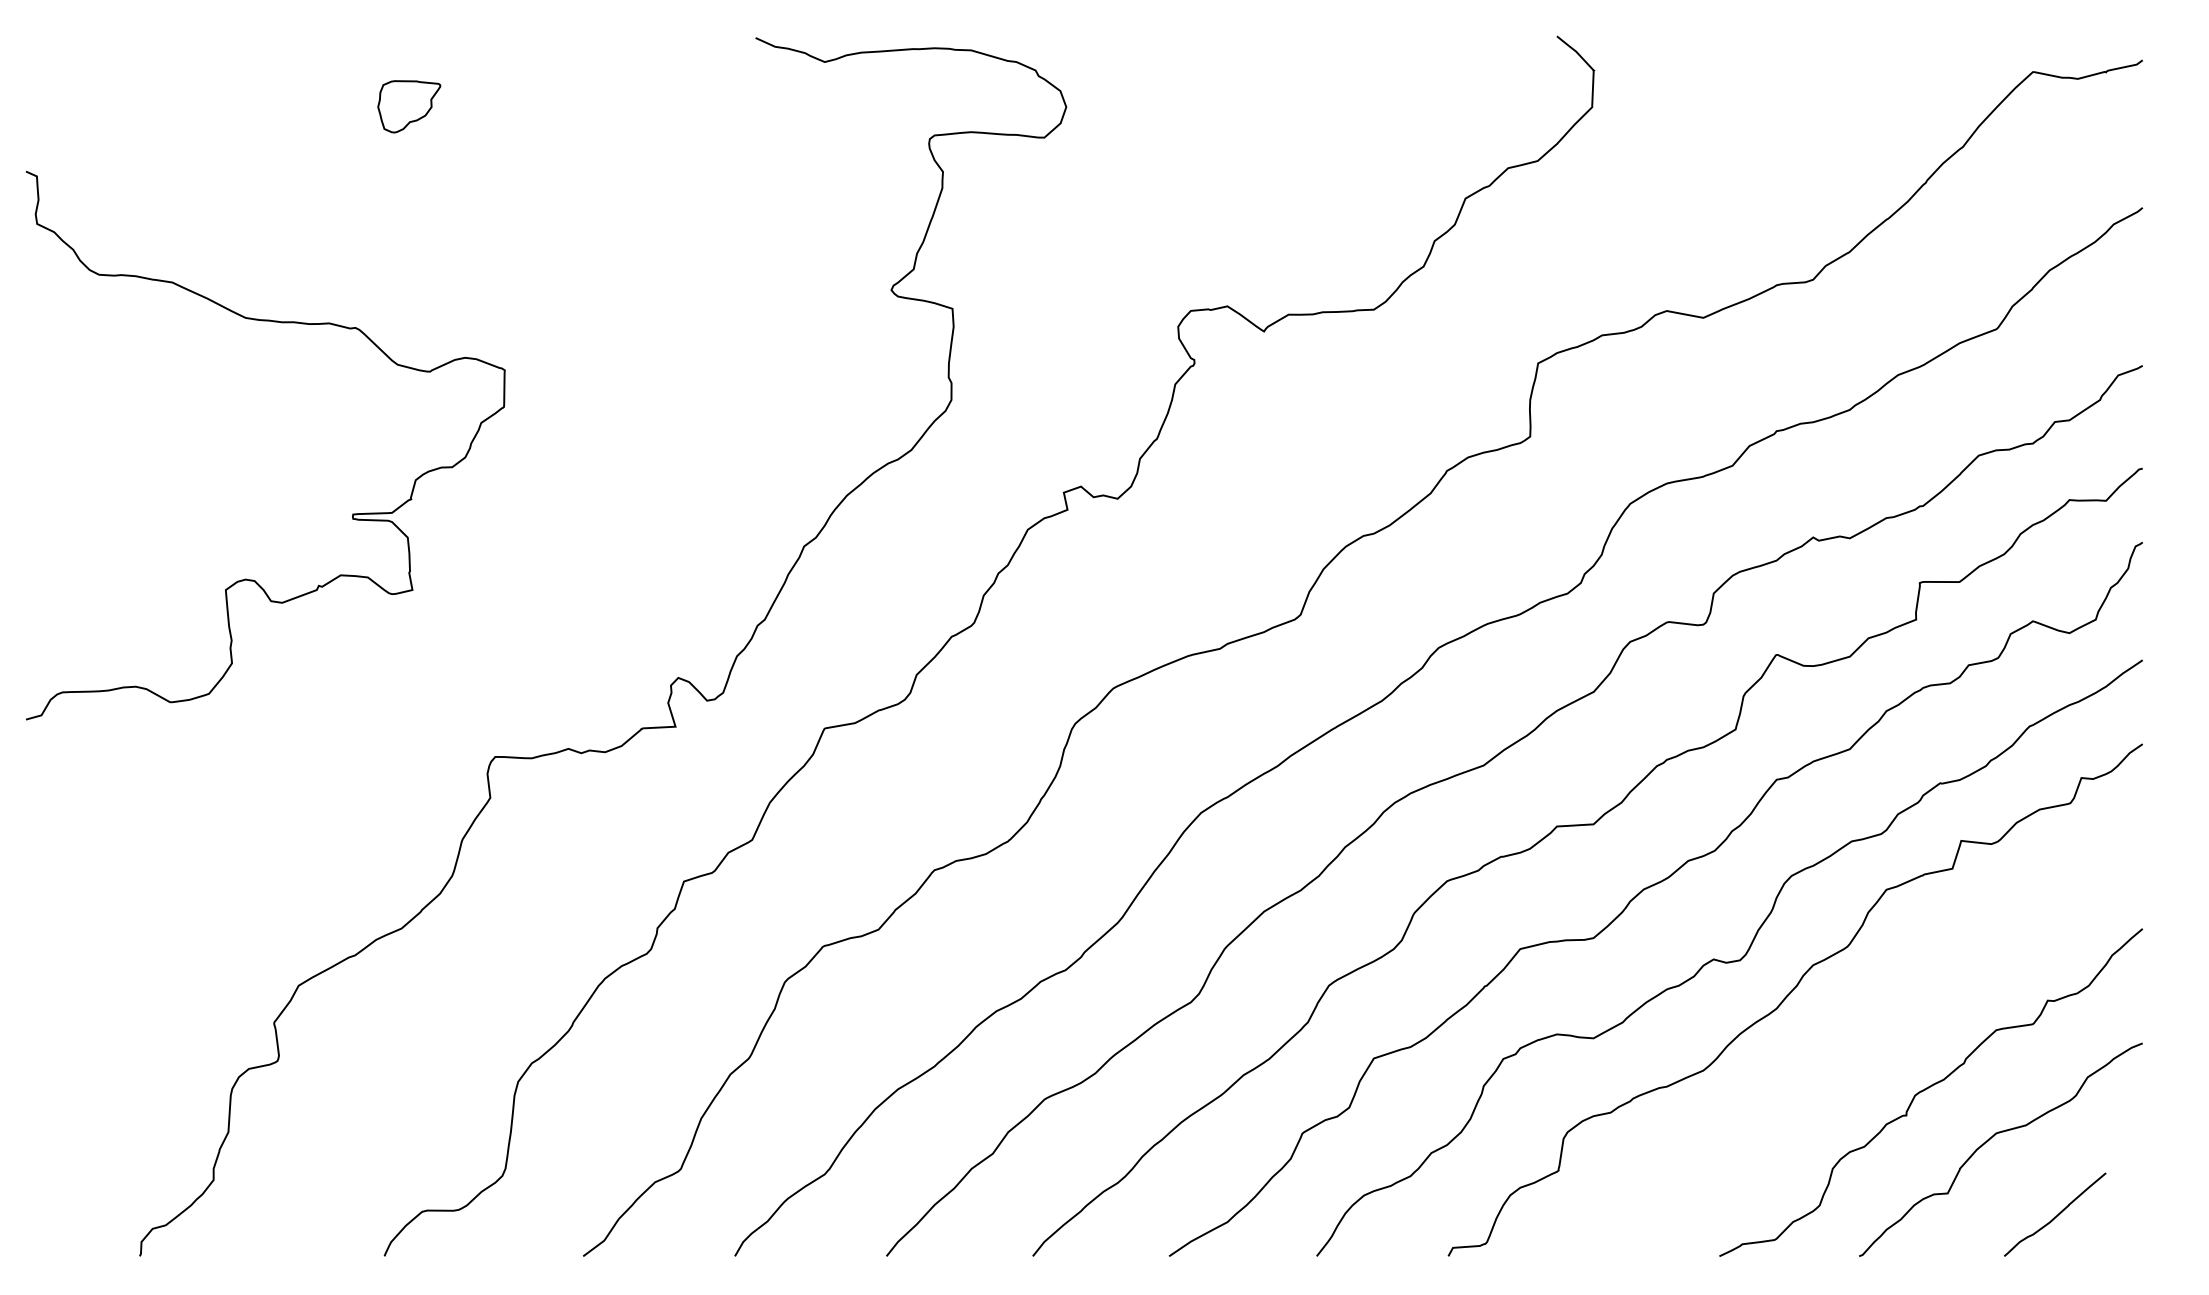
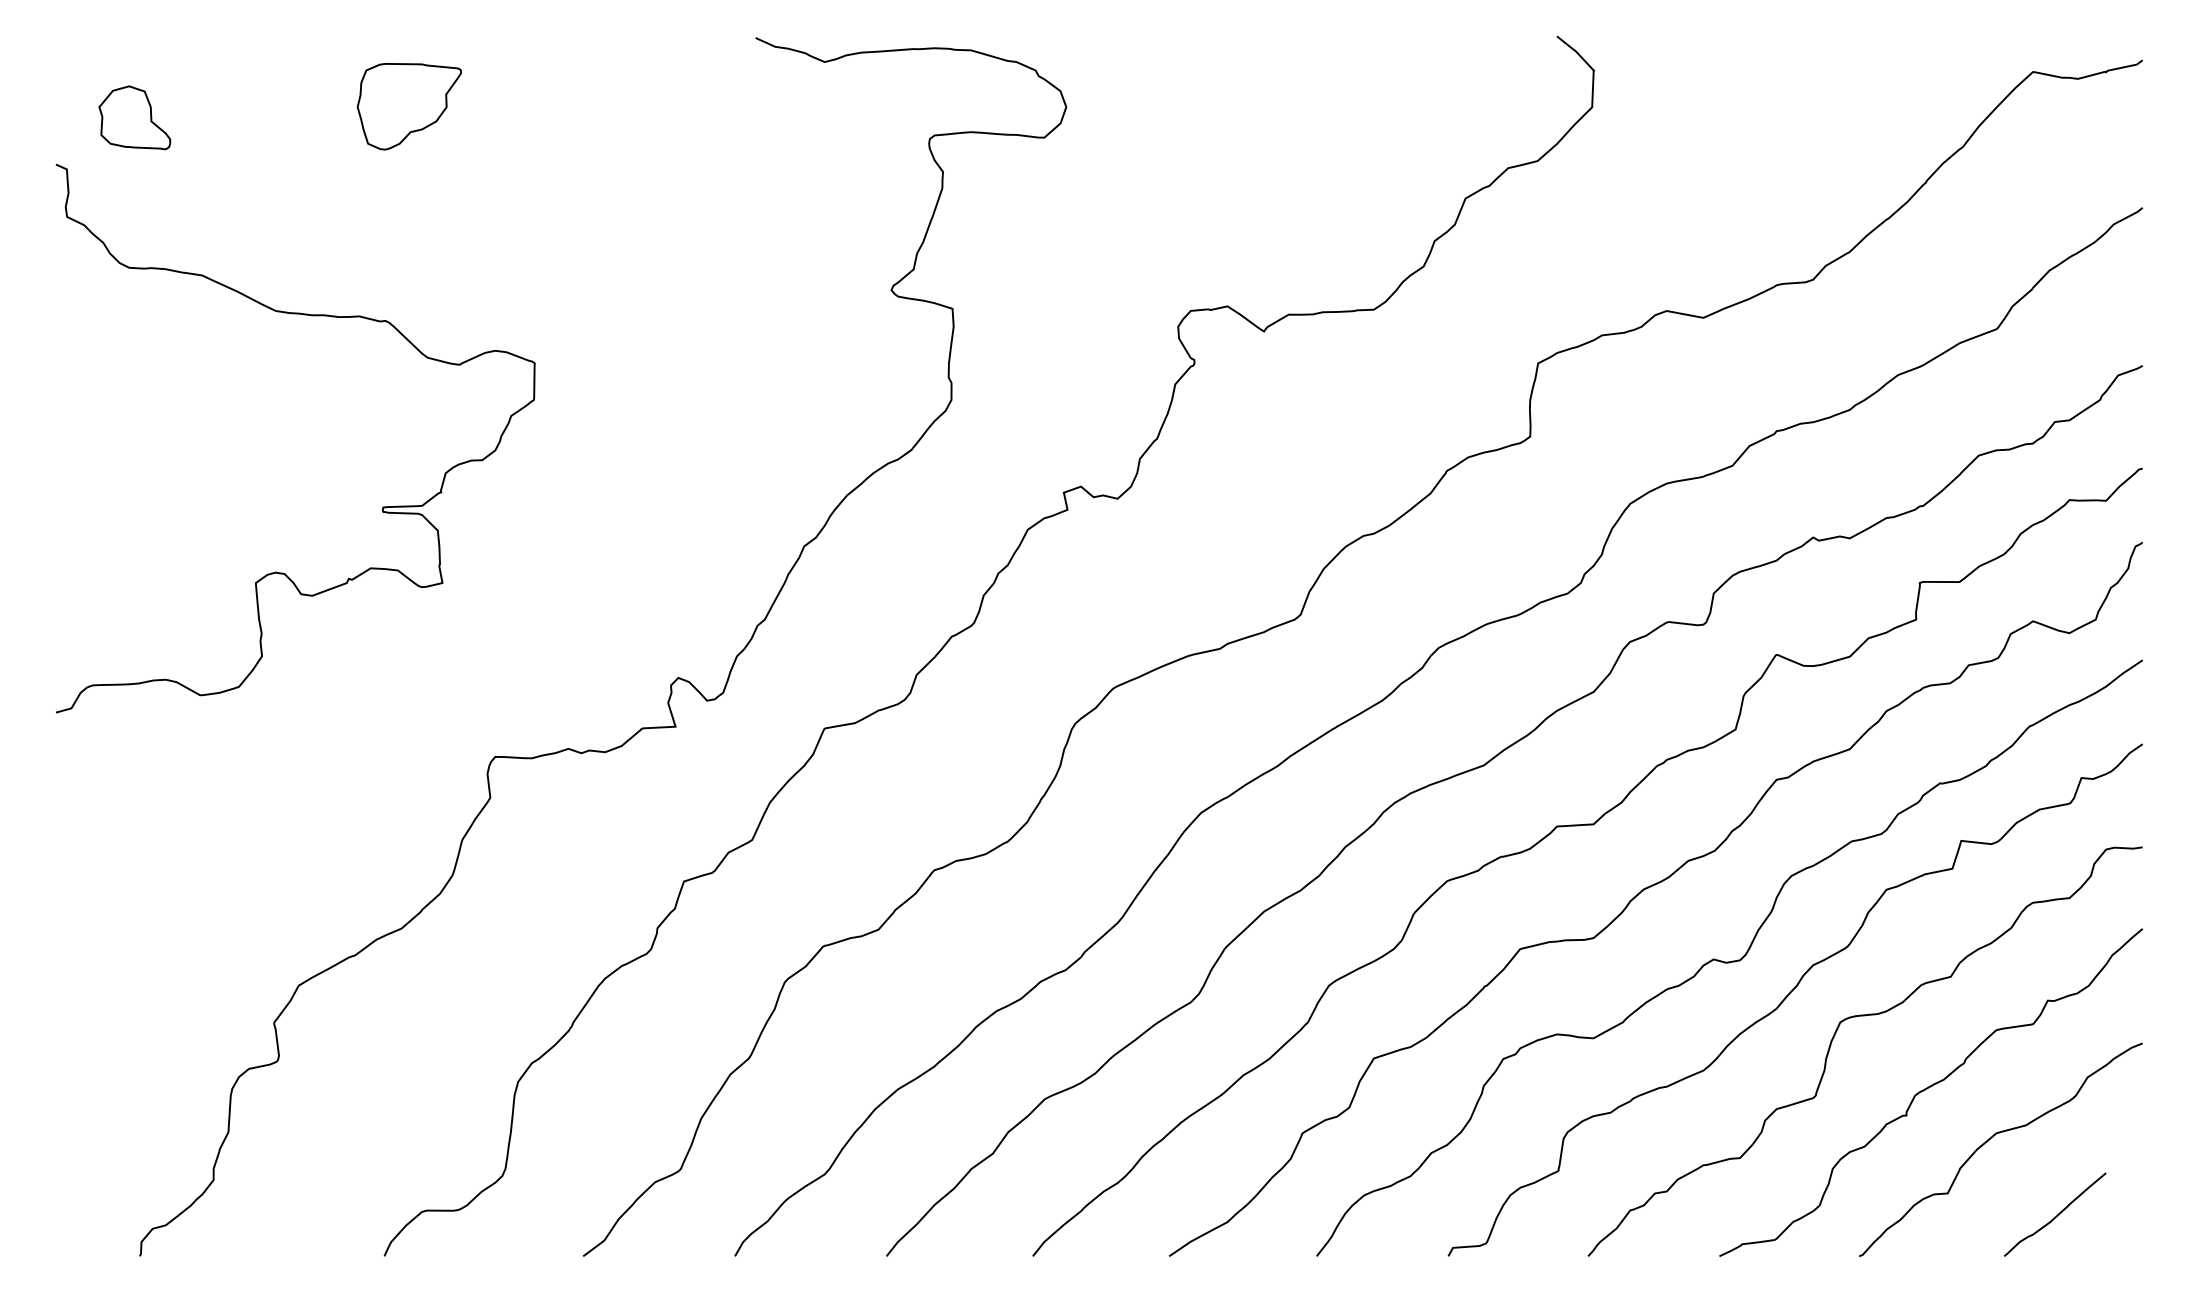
part at (409, 106) size: 65x54 px -> 106x88 px
part at (134, 117): none -> present
curve at (352, 513) position: (352, 513) -> (382, 506)
curve at (1834, 1037): none -> present
